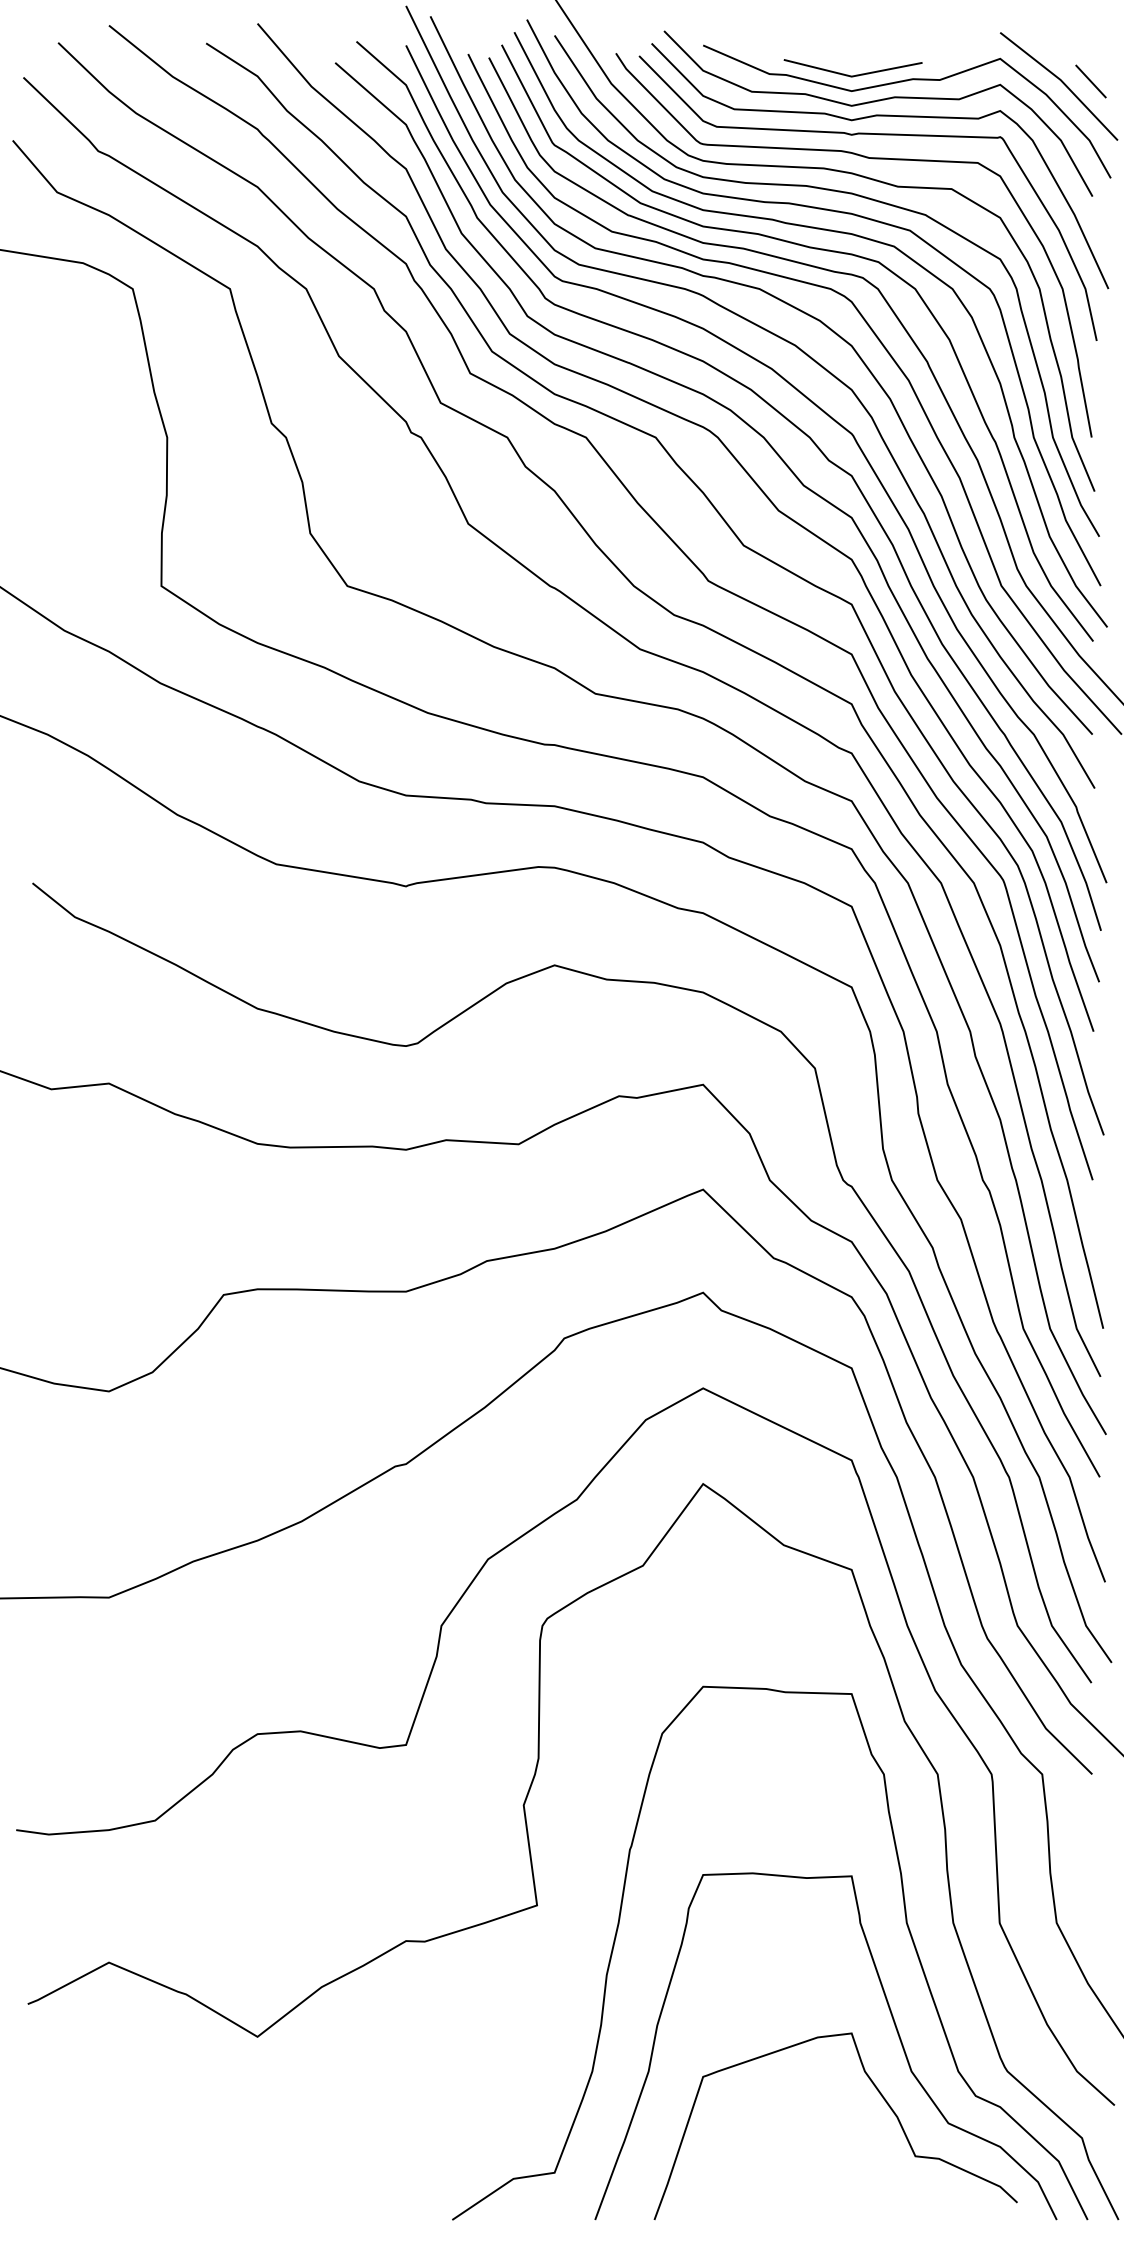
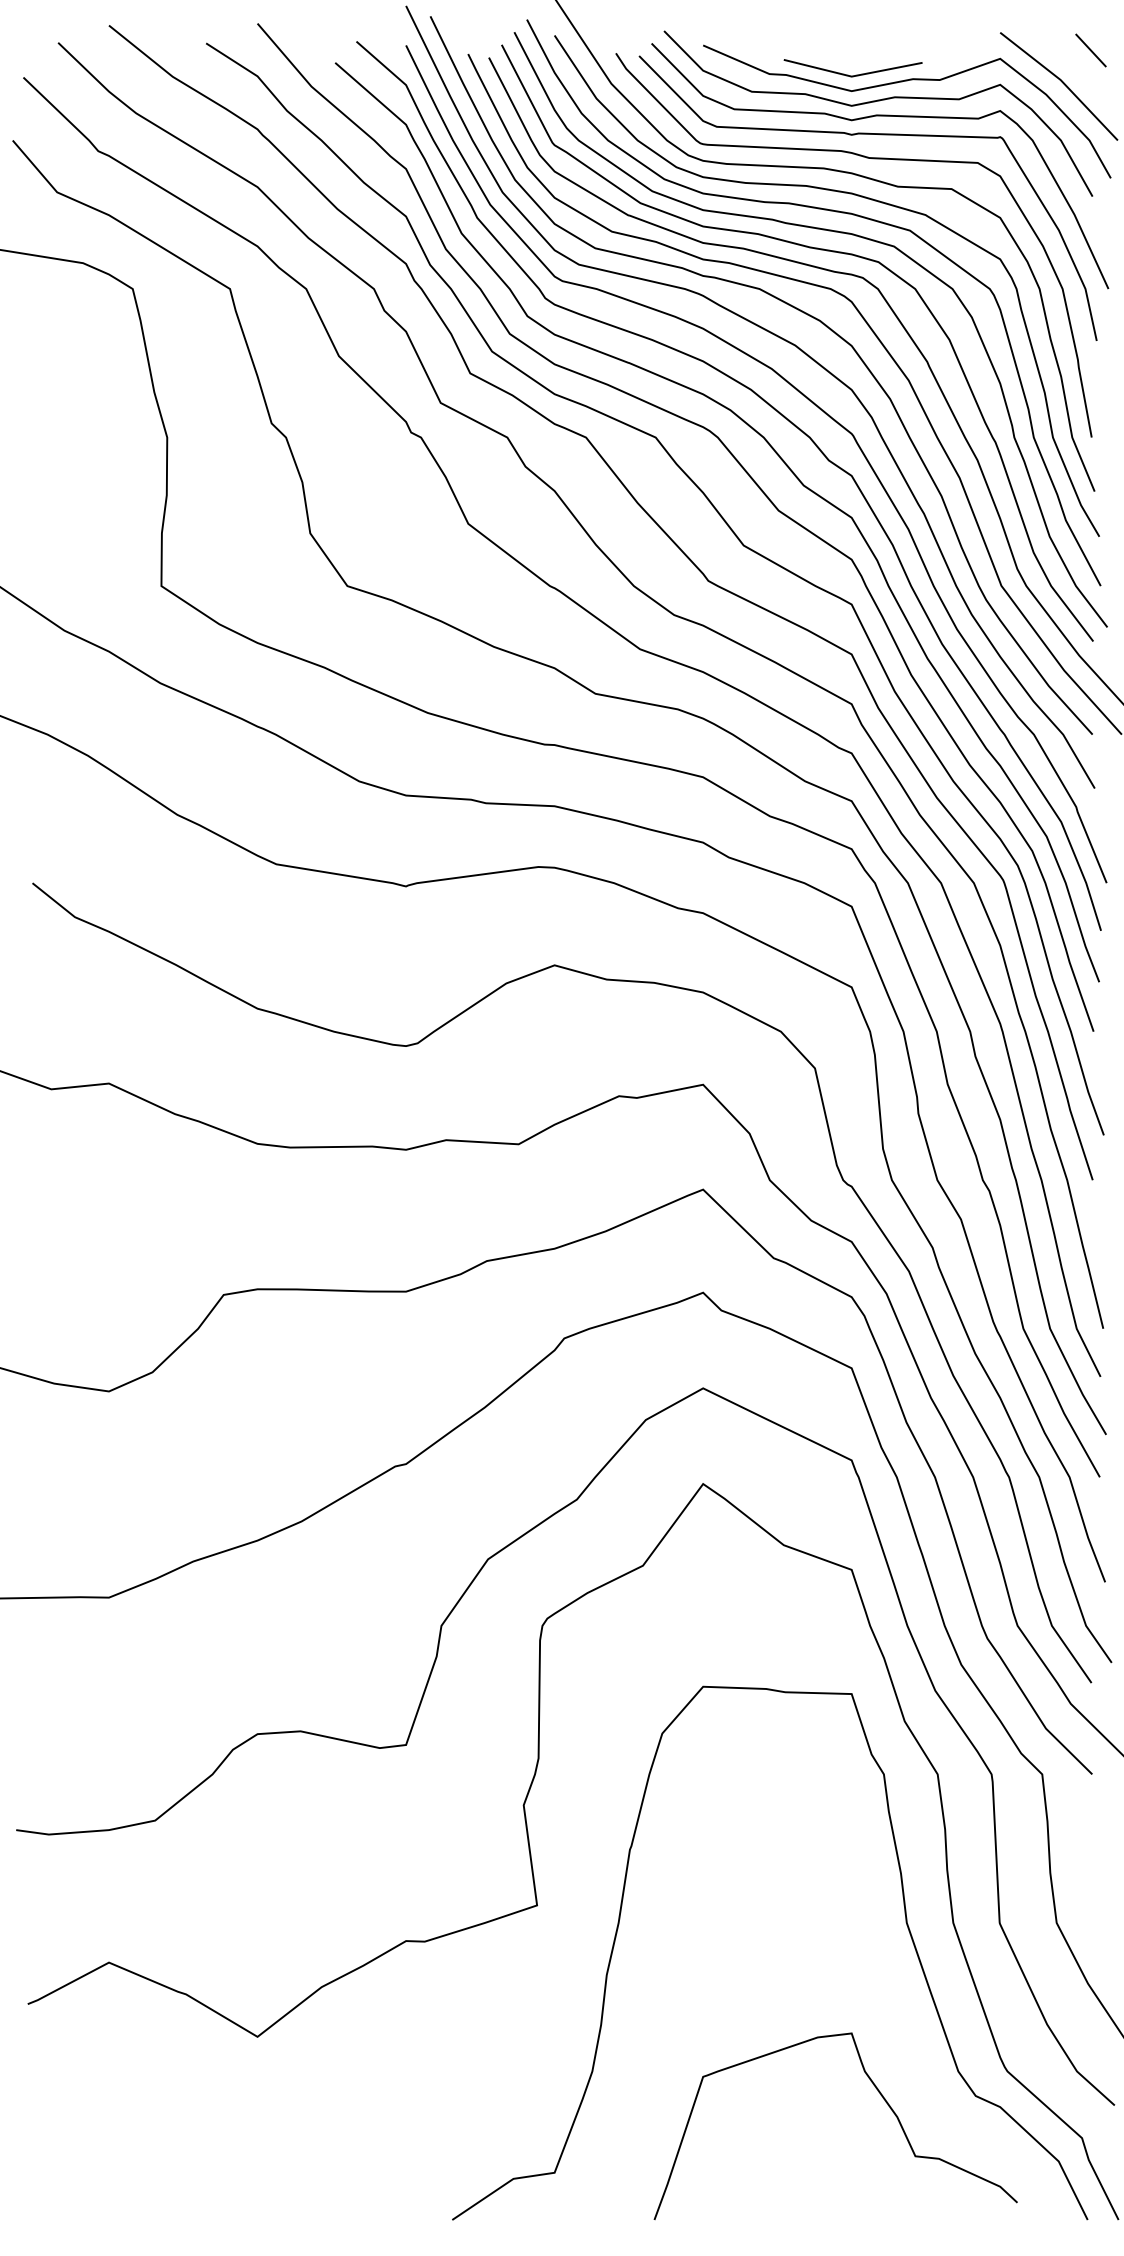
line at (1090, 81) position: (1090, 81) -> (1090, 50)
curve at (892, 2020): present -> none
